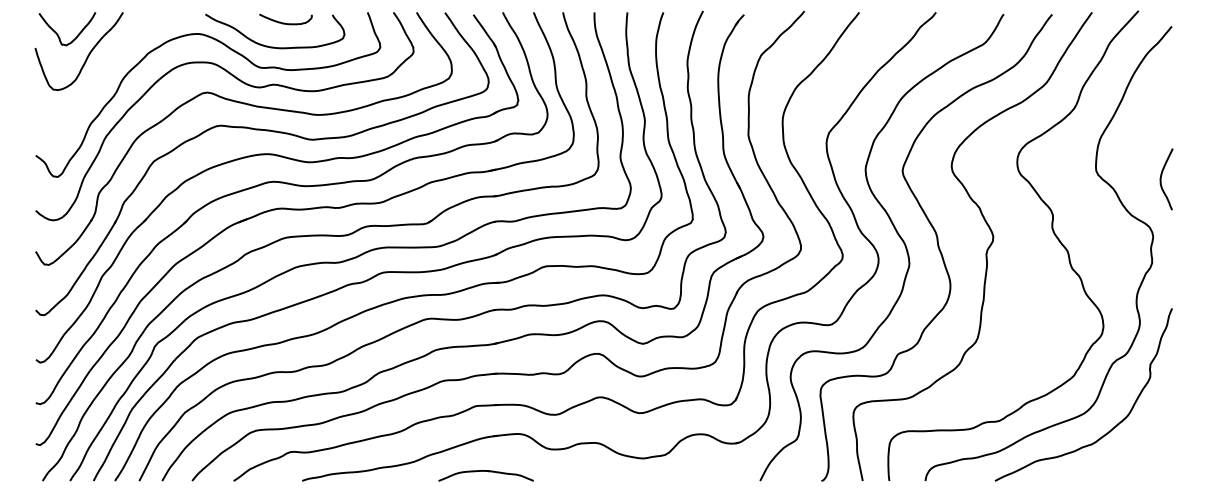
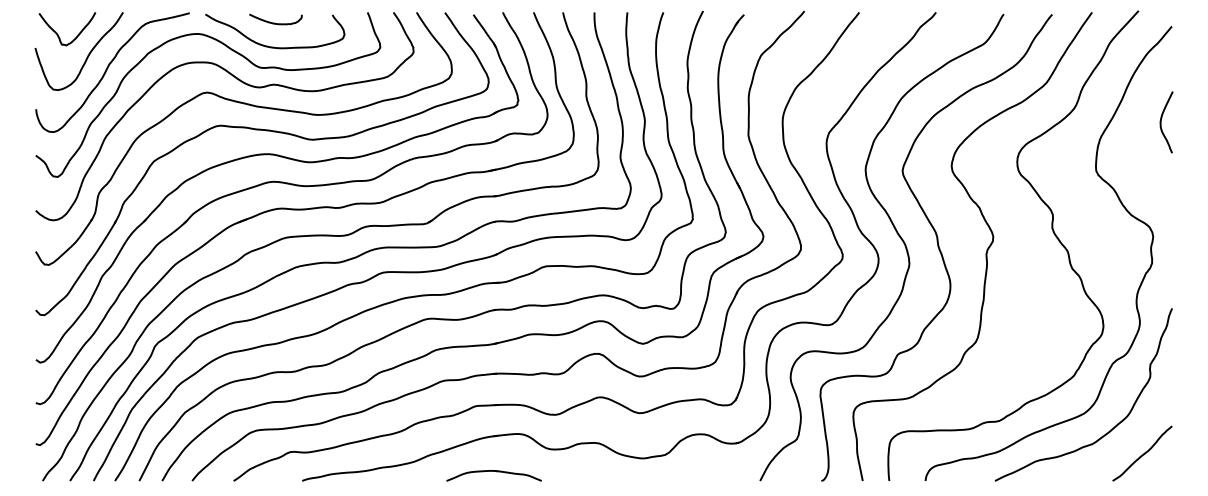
curve at (285, 22) position: (285, 22) -> (275, 22)
curve at (107, 70): none -> present
curve at (1161, 179) position: (1161, 179) -> (1161, 122)
curve at (1143, 453): none -> present
part at (485, 475) position: (485, 475) -> (493, 475)
